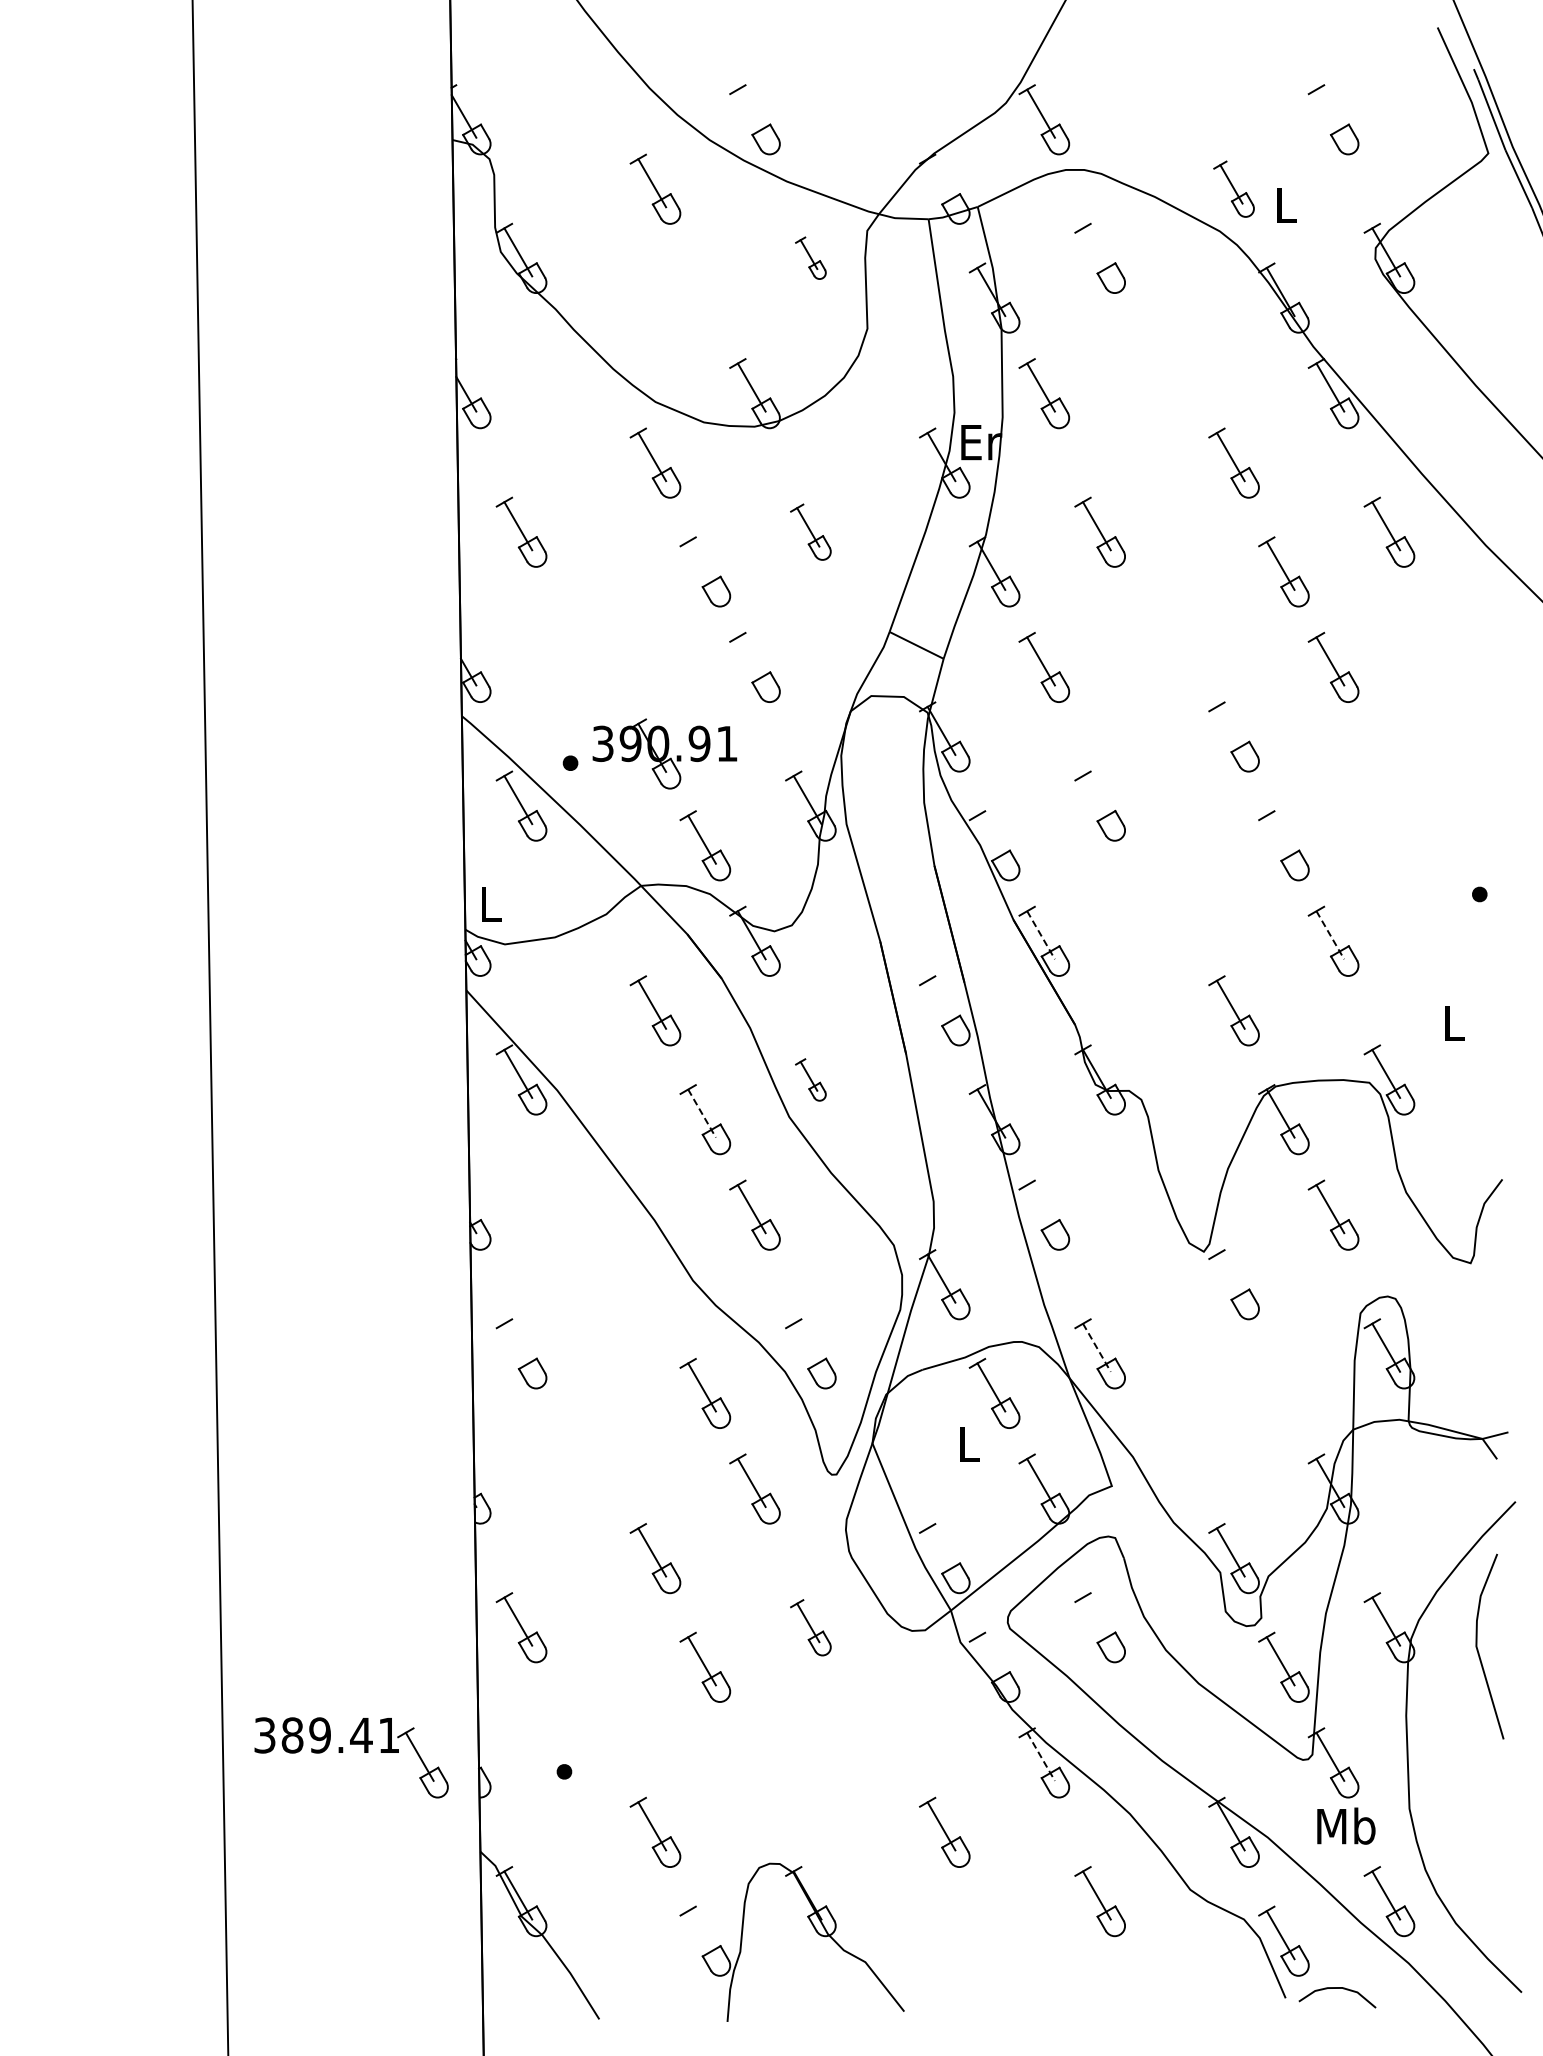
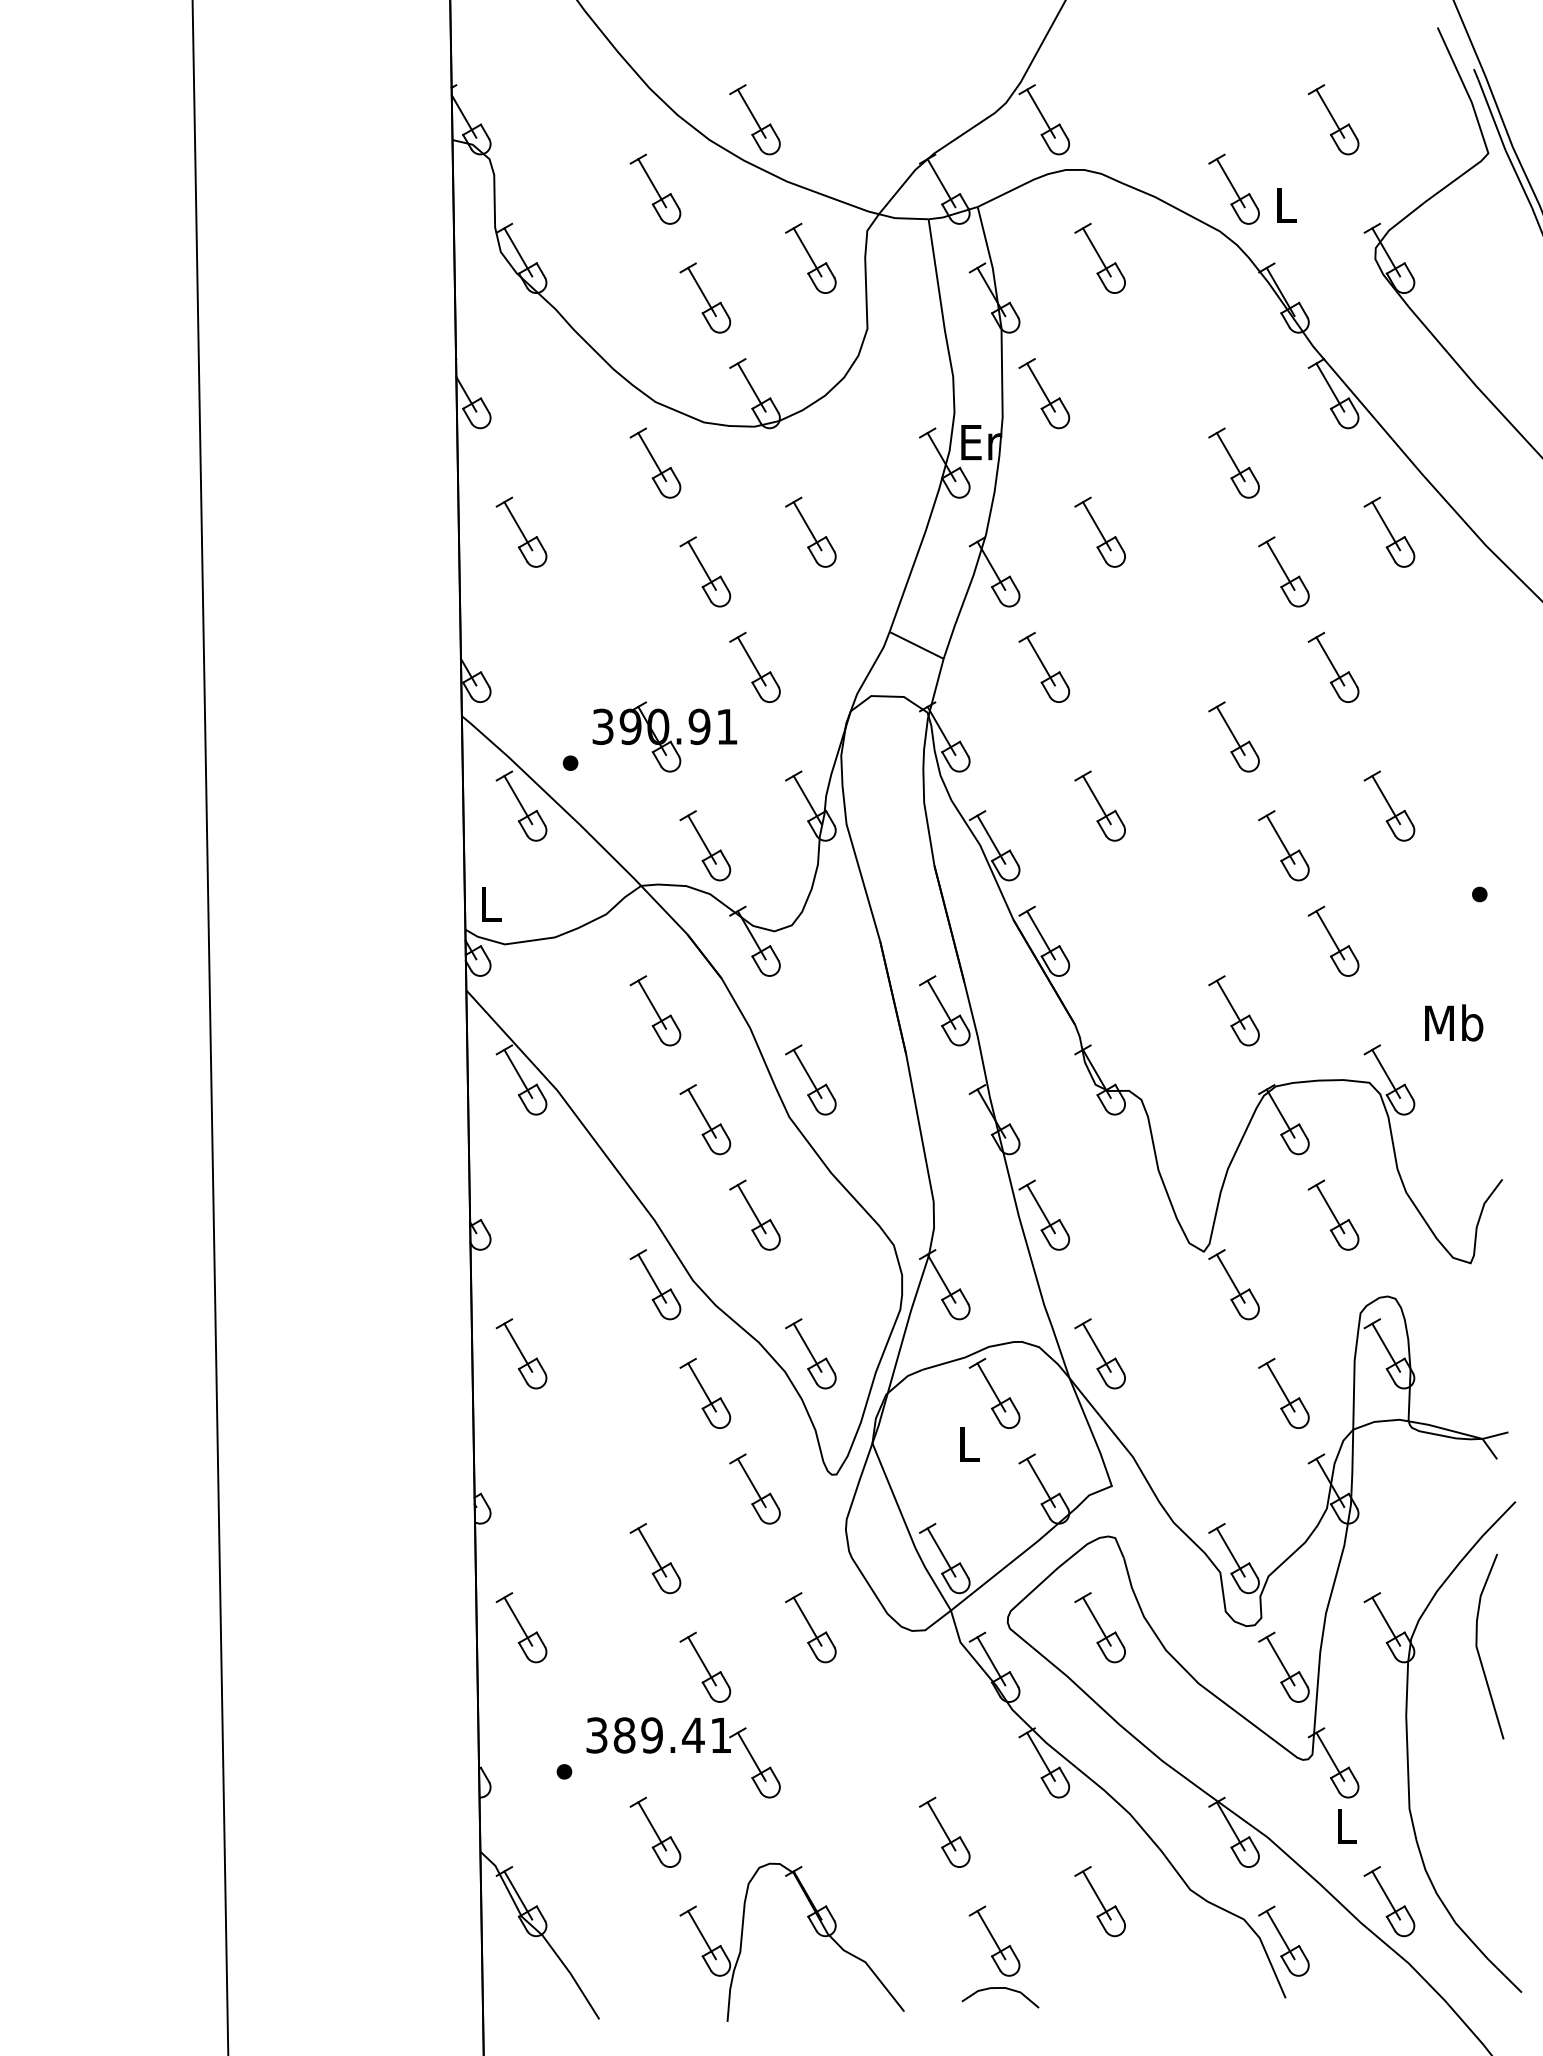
line at (751, 113): none -> present
line at (1330, 113): none -> present
line at (941, 183): none -> present
part at (1233, 188) size: 42x58 px -> 52x72 px
line at (1096, 252): none -> present
part at (810, 257) size: 32x44 px -> 52x72 px
part at (705, 297): none -> present
part at (810, 531) size: 42x58 px -> 52x72 px
line at (701, 565): none -> present
line at (751, 661): none -> present
line at (1230, 730): none -> present
part at (664, 753) position: (664, 753) -> (664, 736)
line at (1096, 800): none -> present
part at (1389, 805): none -> present
line at (991, 839): none -> present
line at (1280, 839): none -> present
line at (1041, 935): dashed -> solid
line at (1330, 935): dashed -> solid
line at (941, 1004): none -> present
text at (1454, 1022): L -> Mb
part at (810, 1079) size: 32x44 px -> 52x72 px
line at (702, 1113): dashed -> solid
line at (1040, 1209): none -> present
line at (1230, 1278): none -> present
part at (655, 1284): none -> present
line at (518, 1347): none -> present
line at (807, 1347): none -> present
line at (1096, 1347): dashed -> solid
part at (1283, 1392): none -> present
line at (941, 1552): none -> present
line at (1096, 1621): none -> present
part at (810, 1627) size: 42x58 px -> 52x72 px
line at (991, 1661): none -> present
part at (343, 1752) position: (343, 1752) -> (675, 1752)
line at (1041, 1756): dashed -> solid
text at (1346, 1825): Mb -> L
line at (701, 1935): none -> present
part at (994, 1940): none -> present
curve at (1337, 1988) position: (1337, 1988) -> (1000, 1988)
